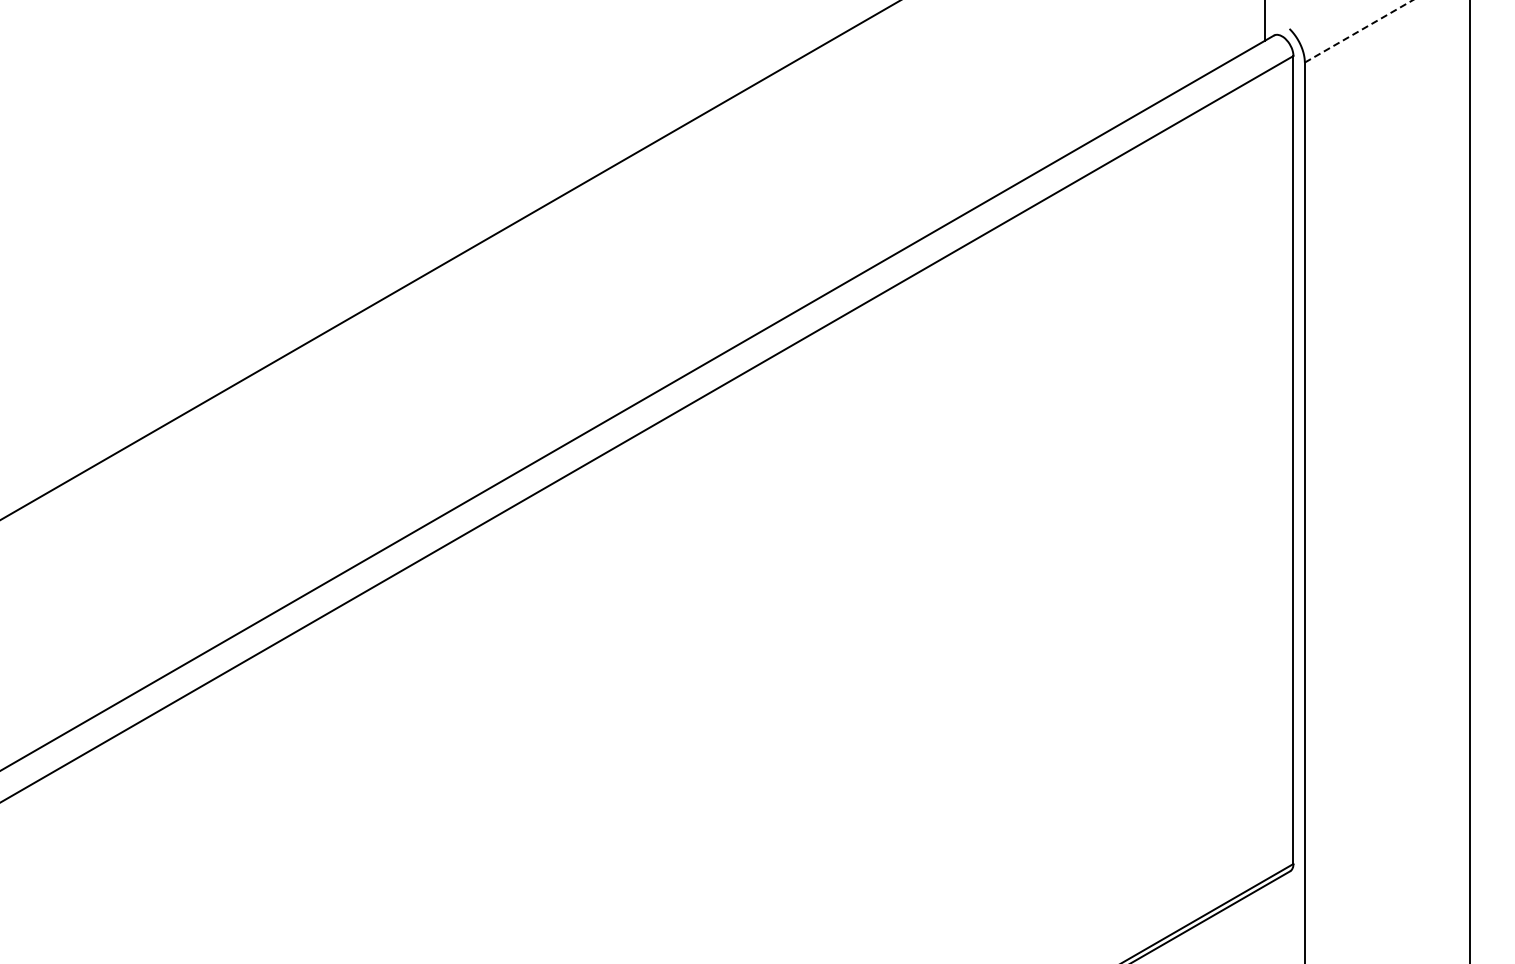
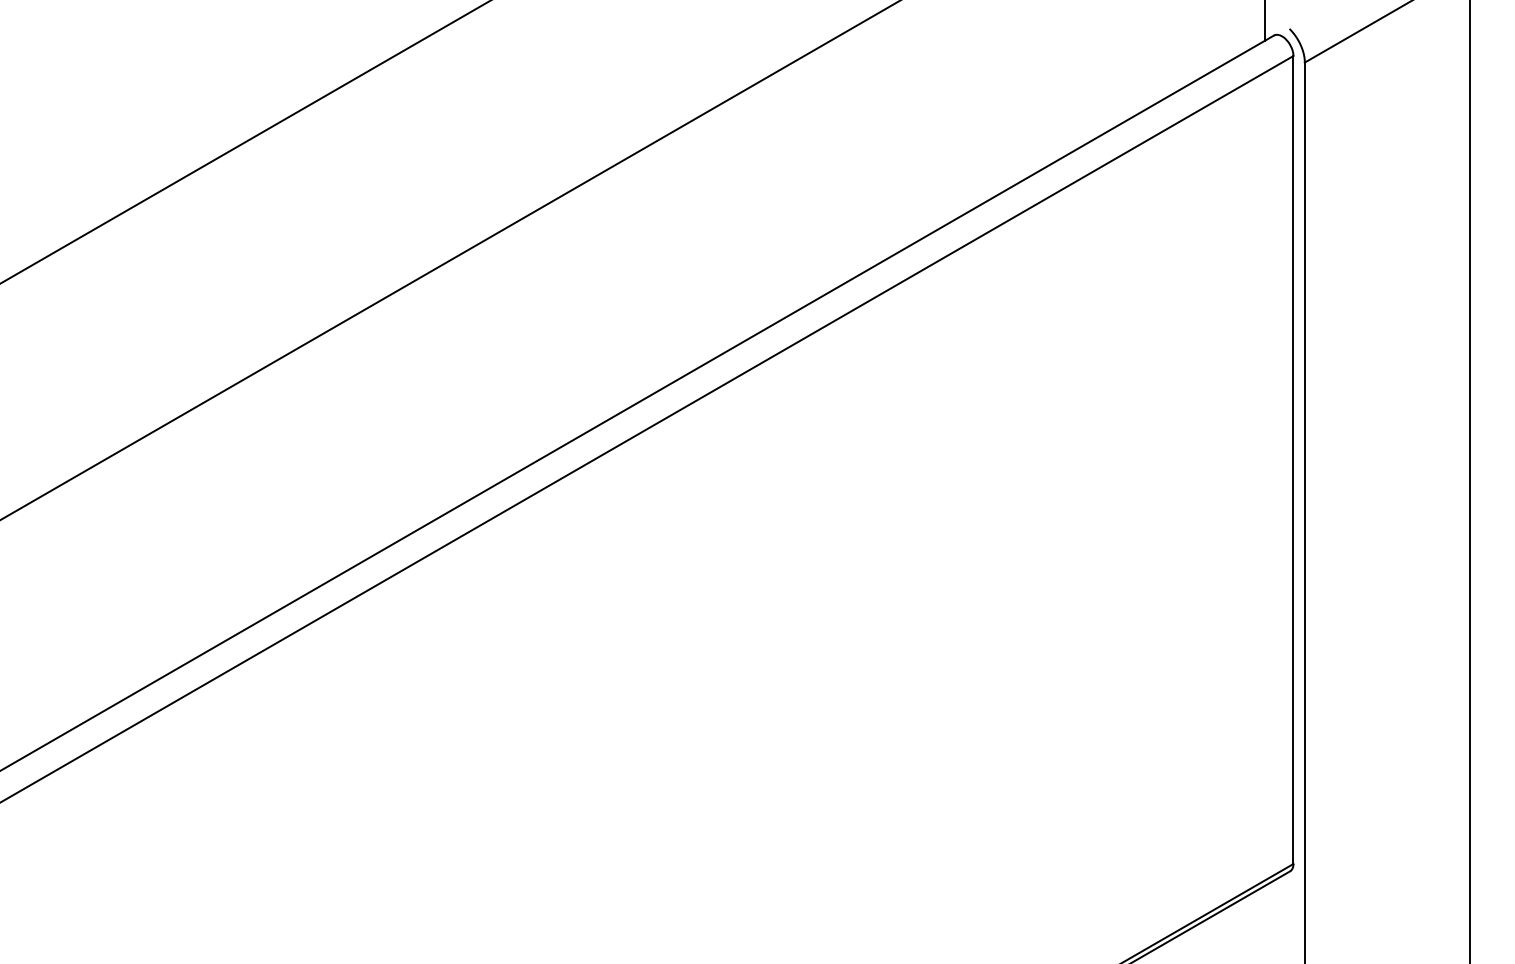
line at (1359, 31): dashed -> solid
line at (244, 142): none -> present
